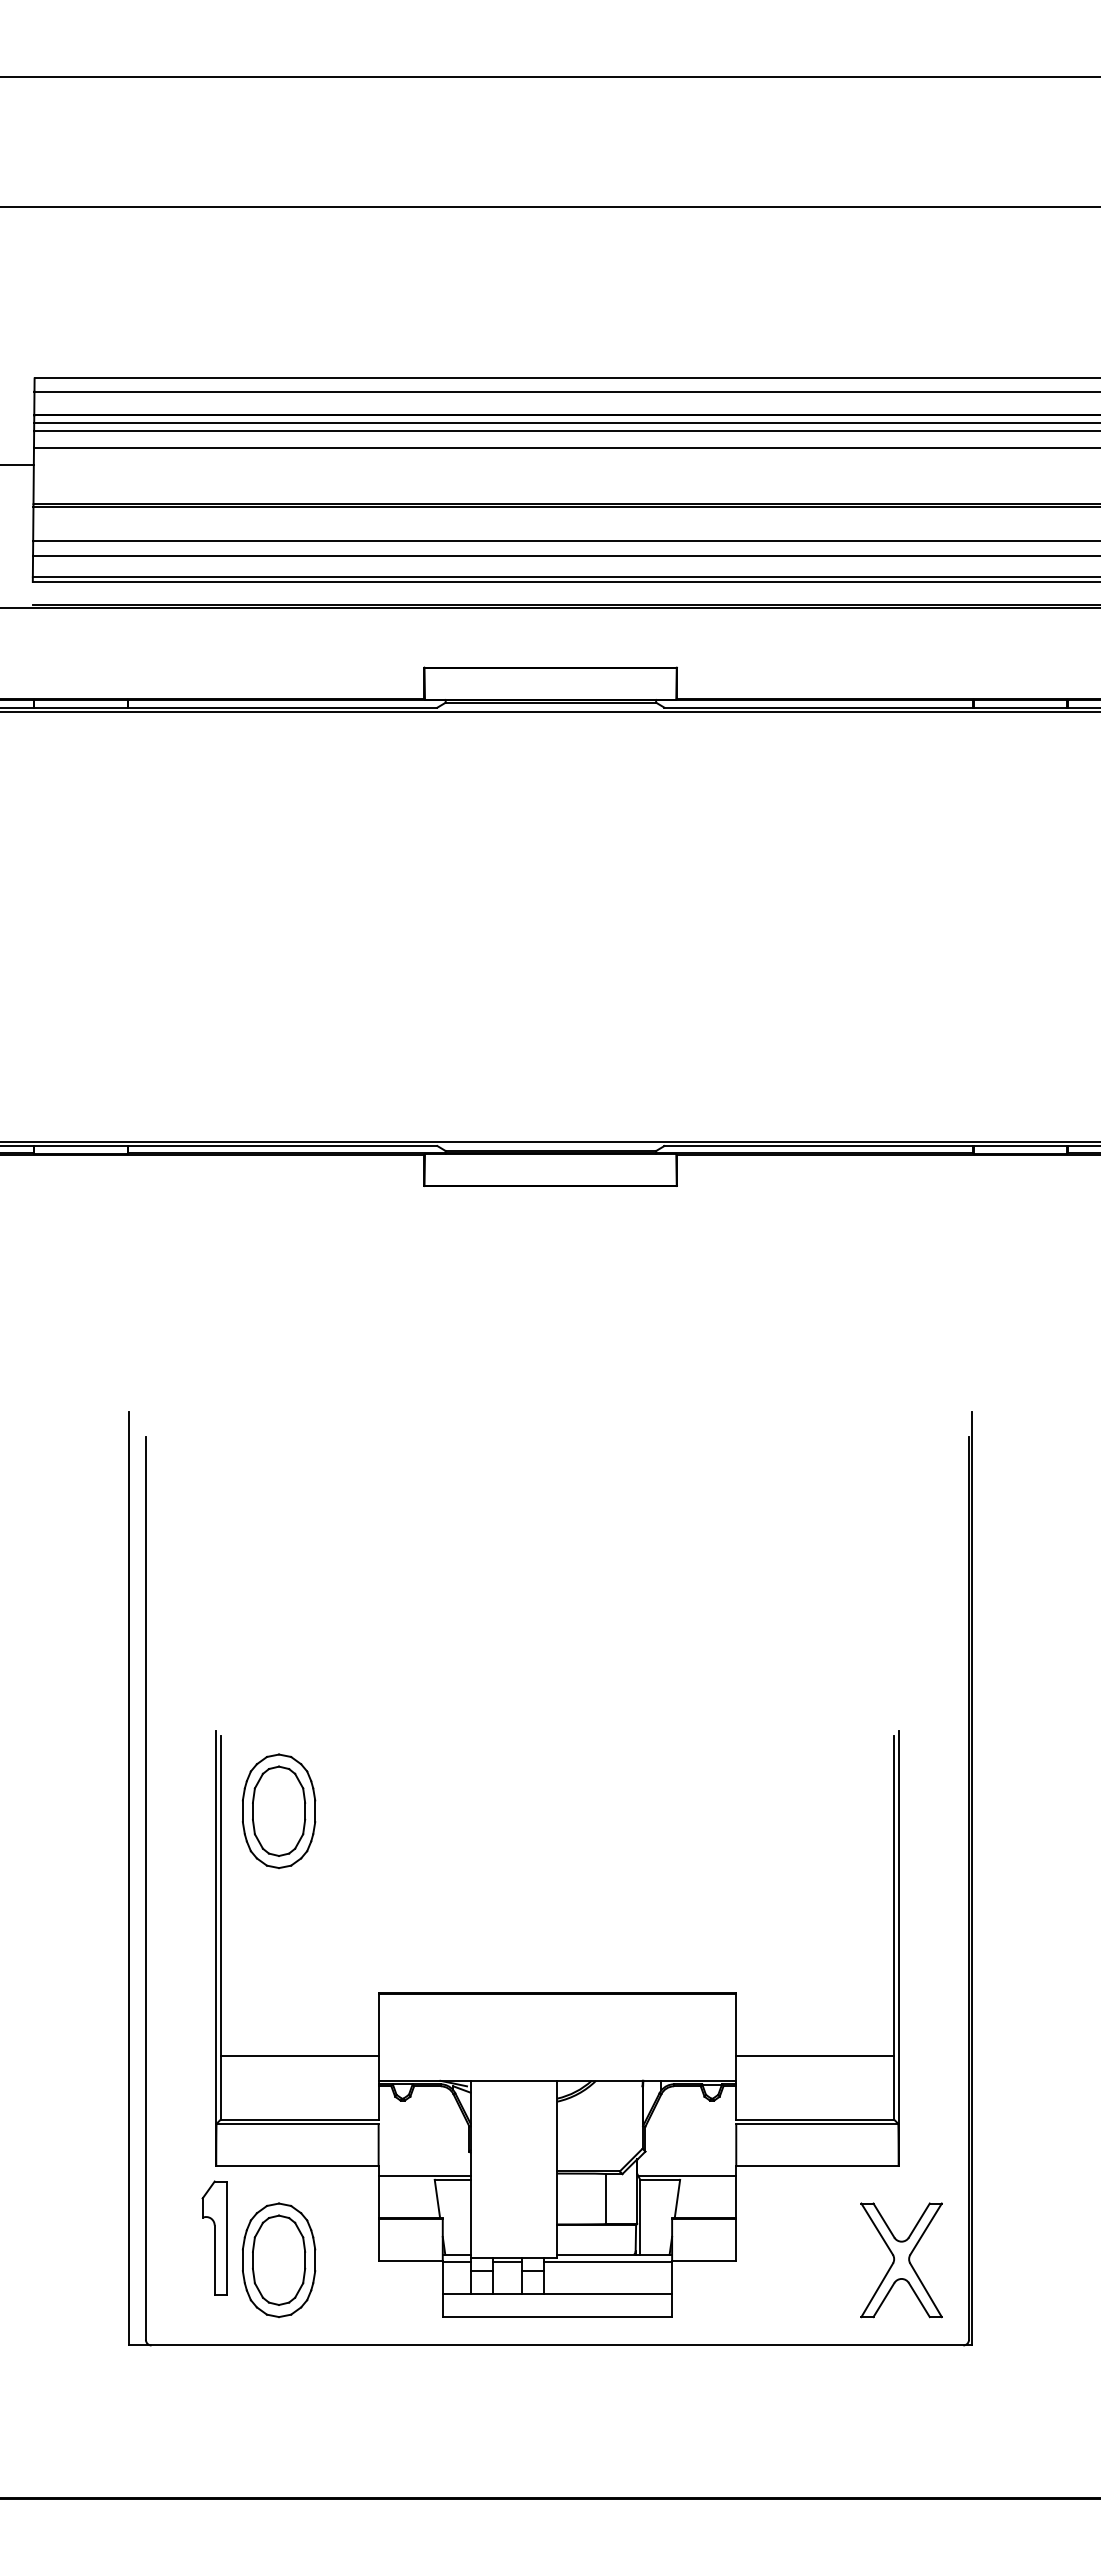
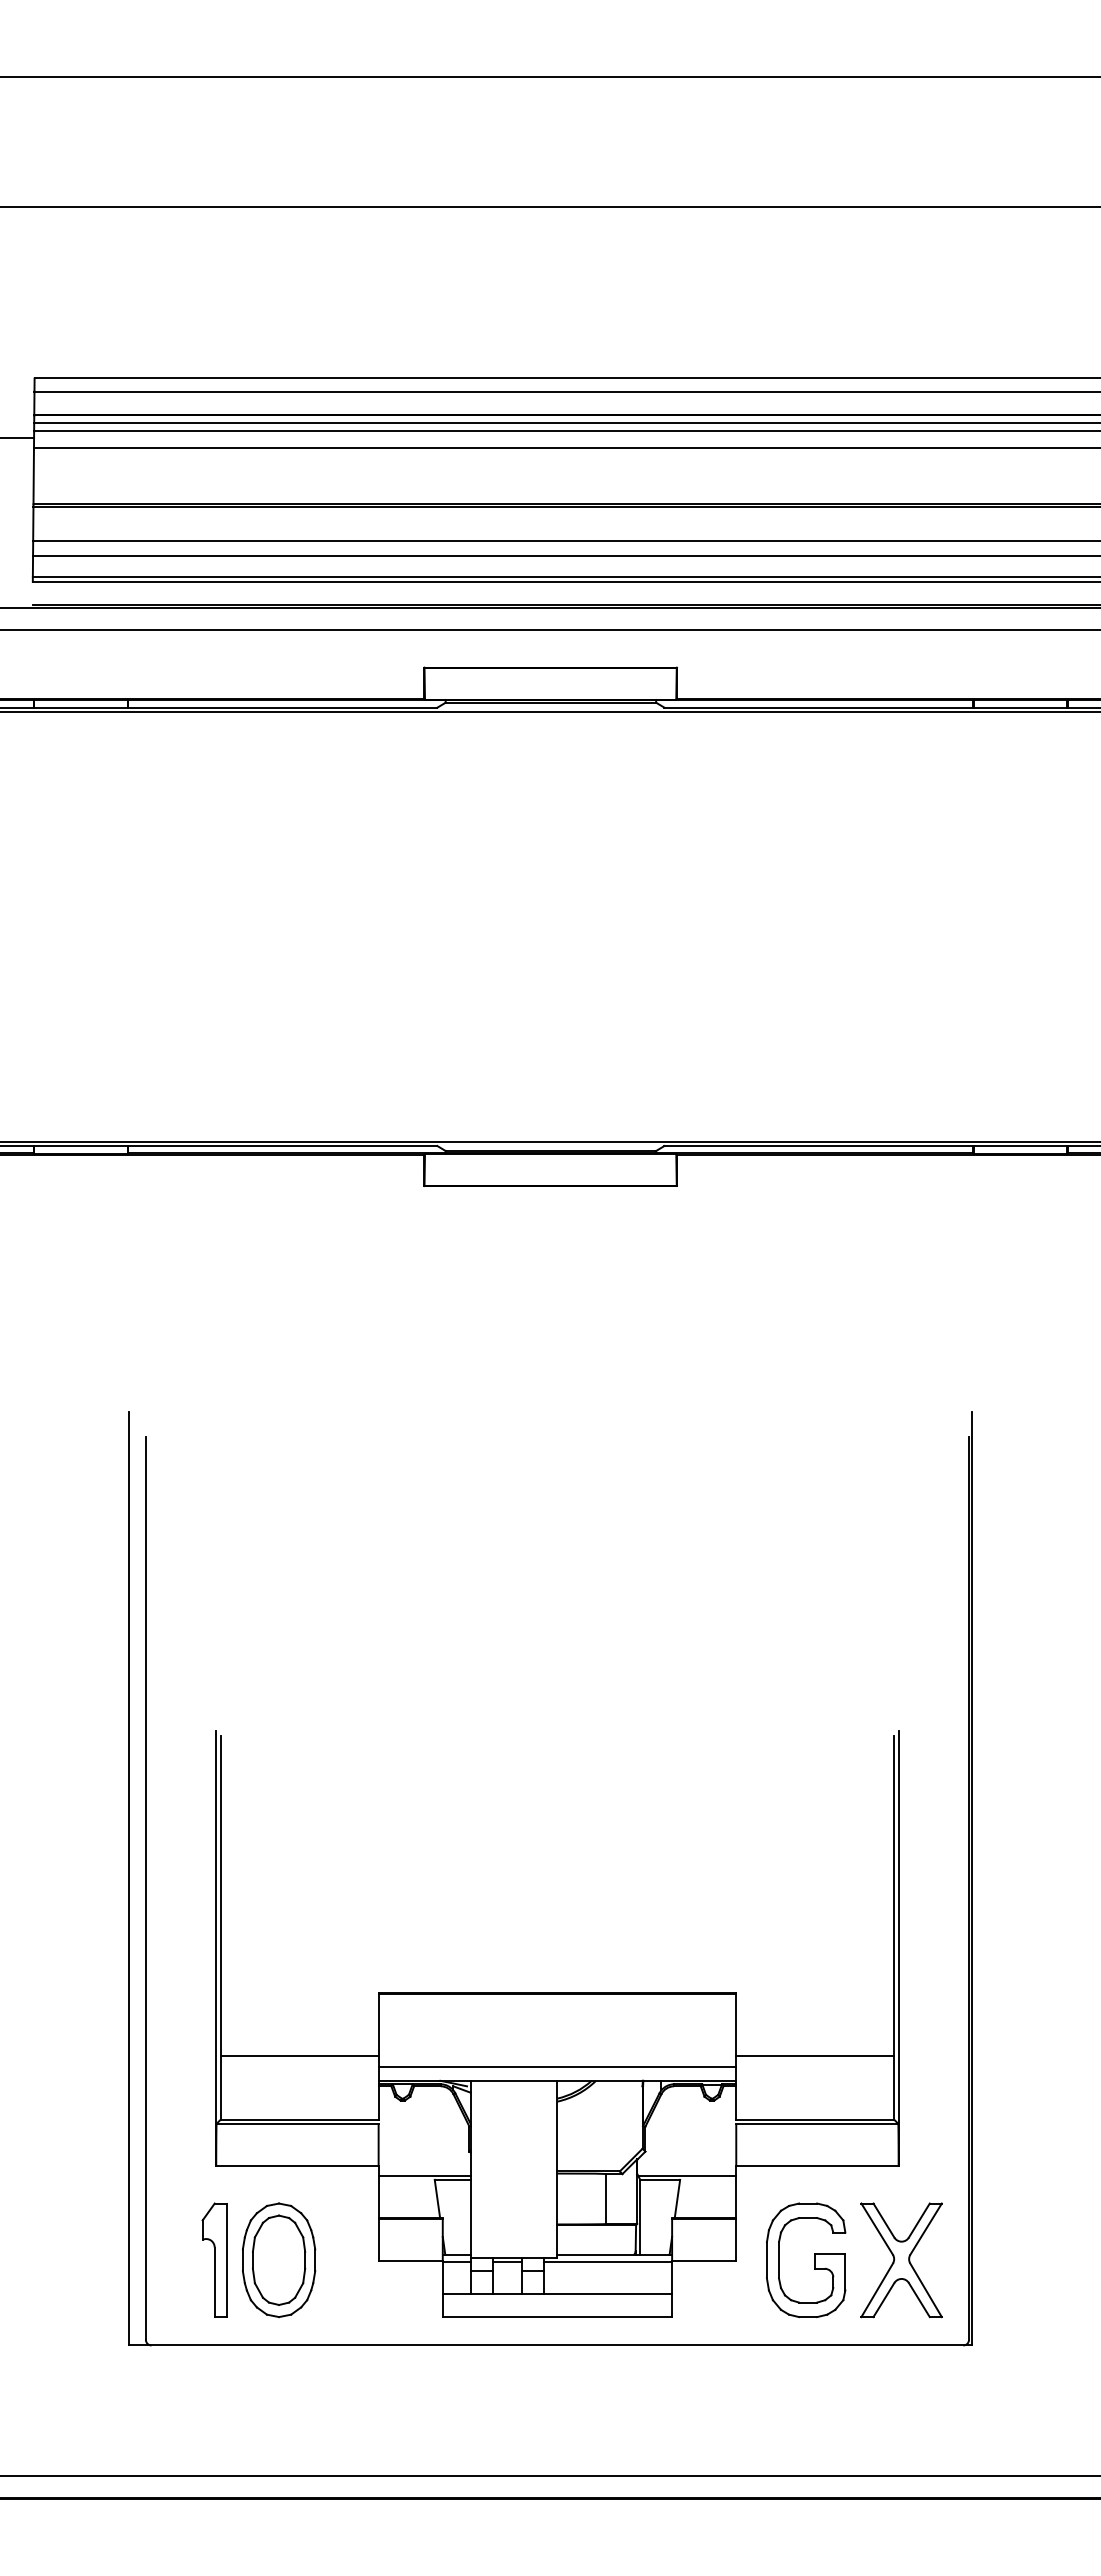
line at (18, 464) position: (18, 464) -> (18, 437)
line at (549, 630): none -> present
part at (279, 1811): present -> none
line at (557, 2067): none -> present
part at (214, 2237) position: (214, 2237) -> (214, 2259)
part at (814, 2260): none -> present
line at (549, 2475): none -> present
